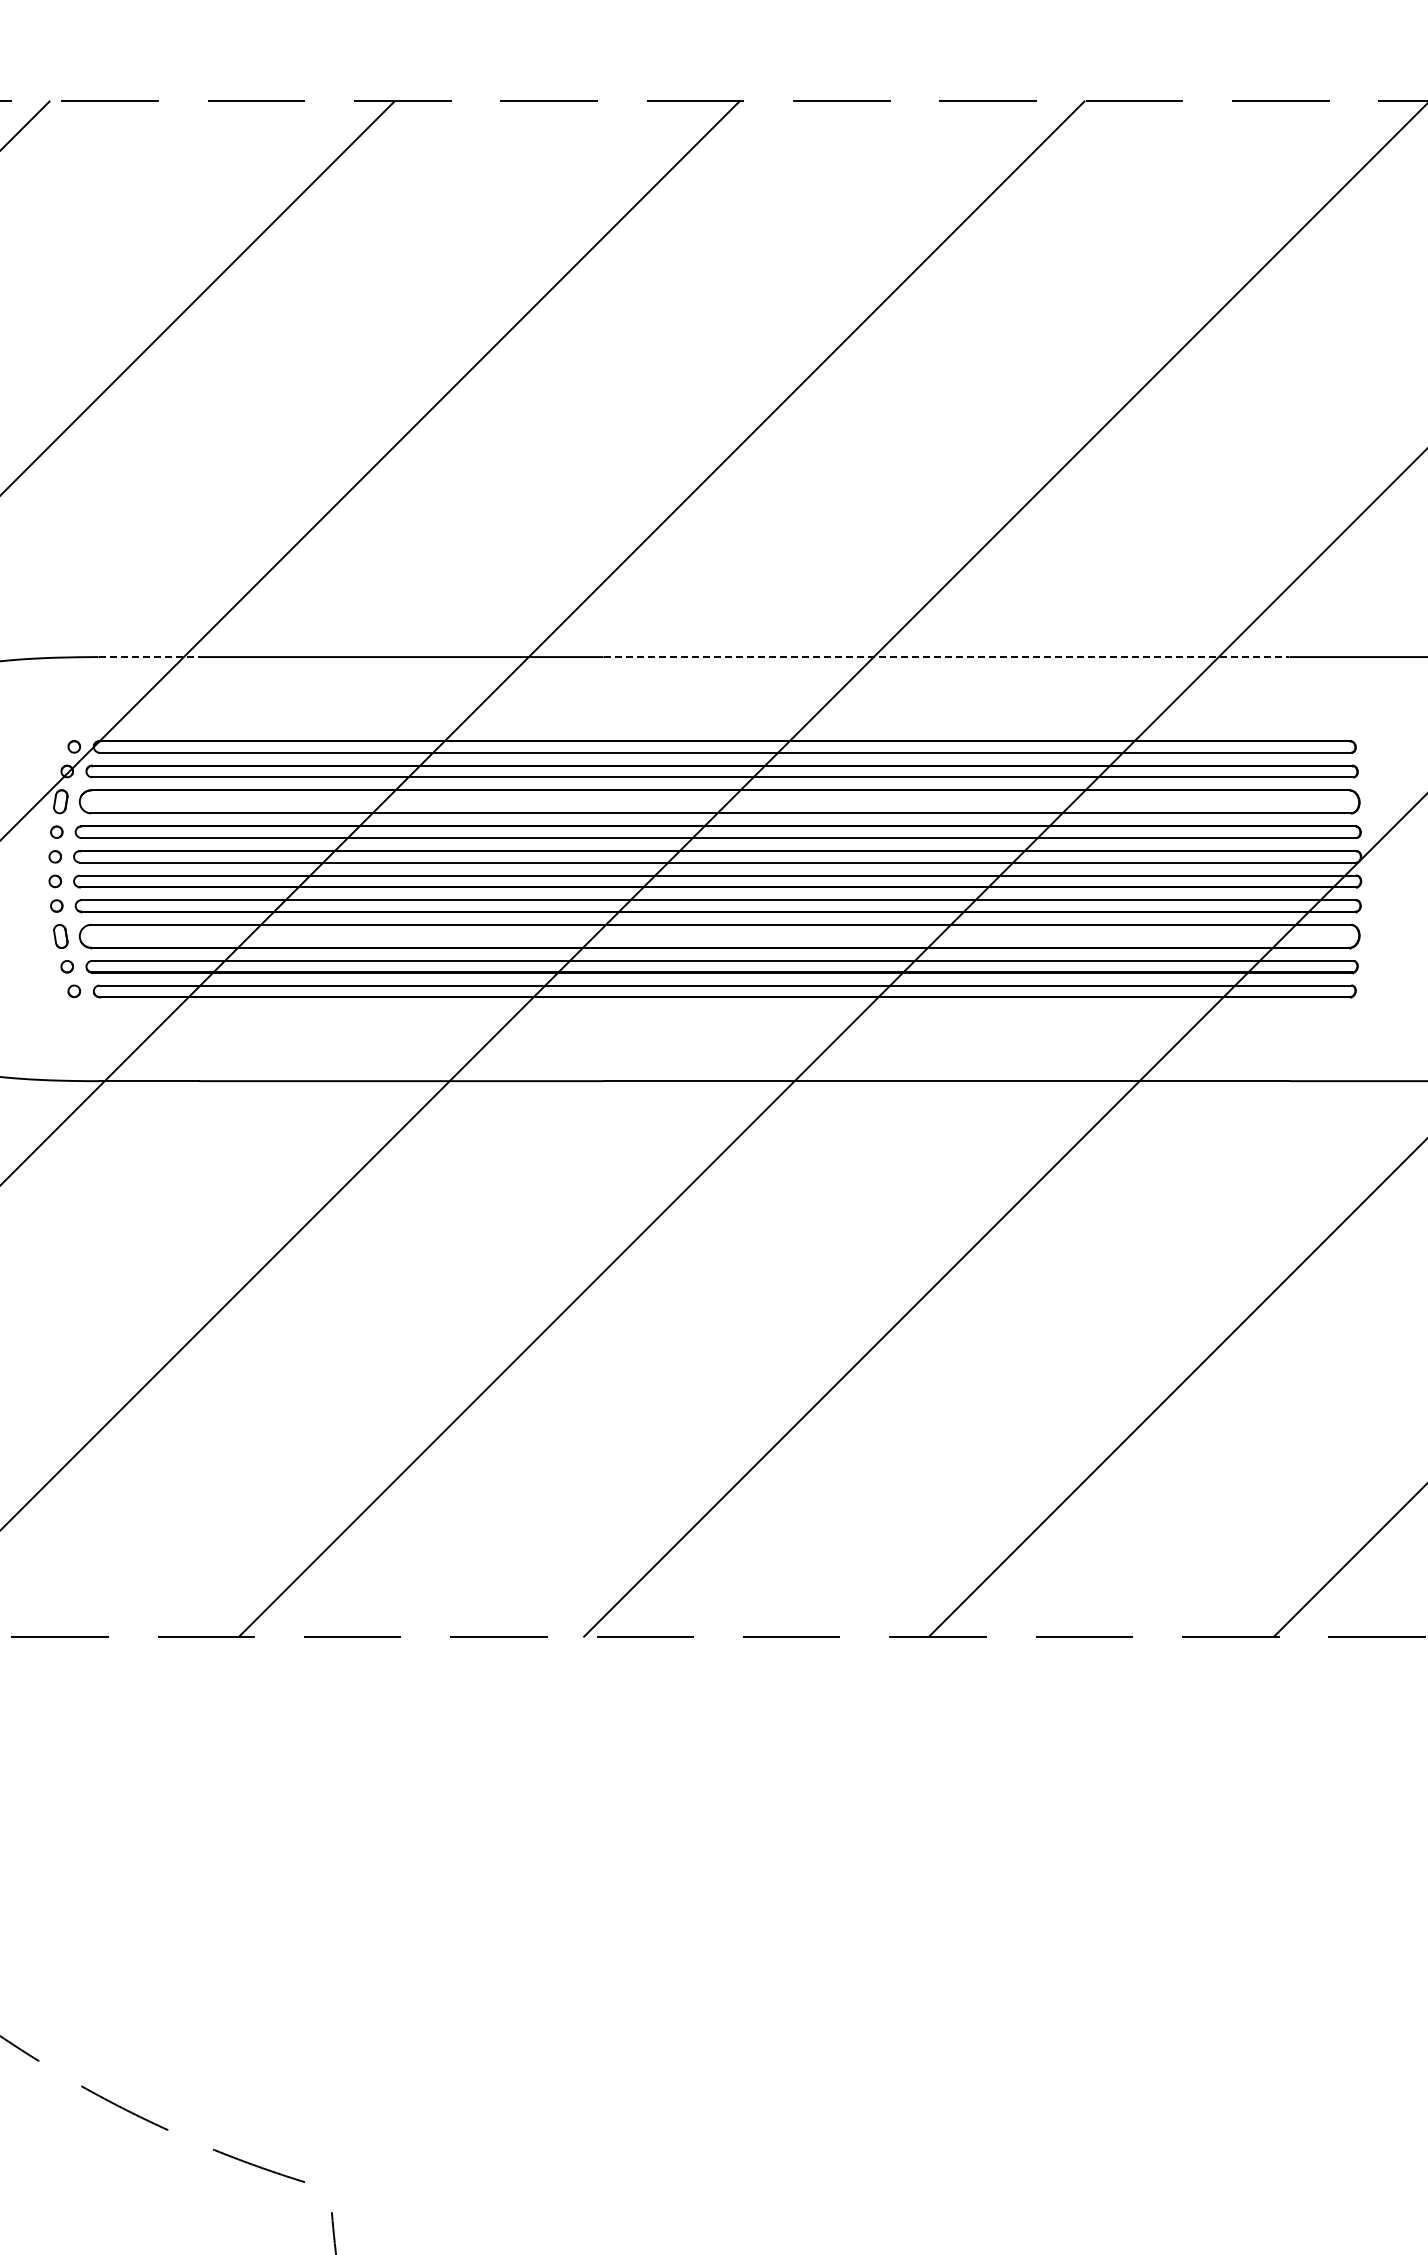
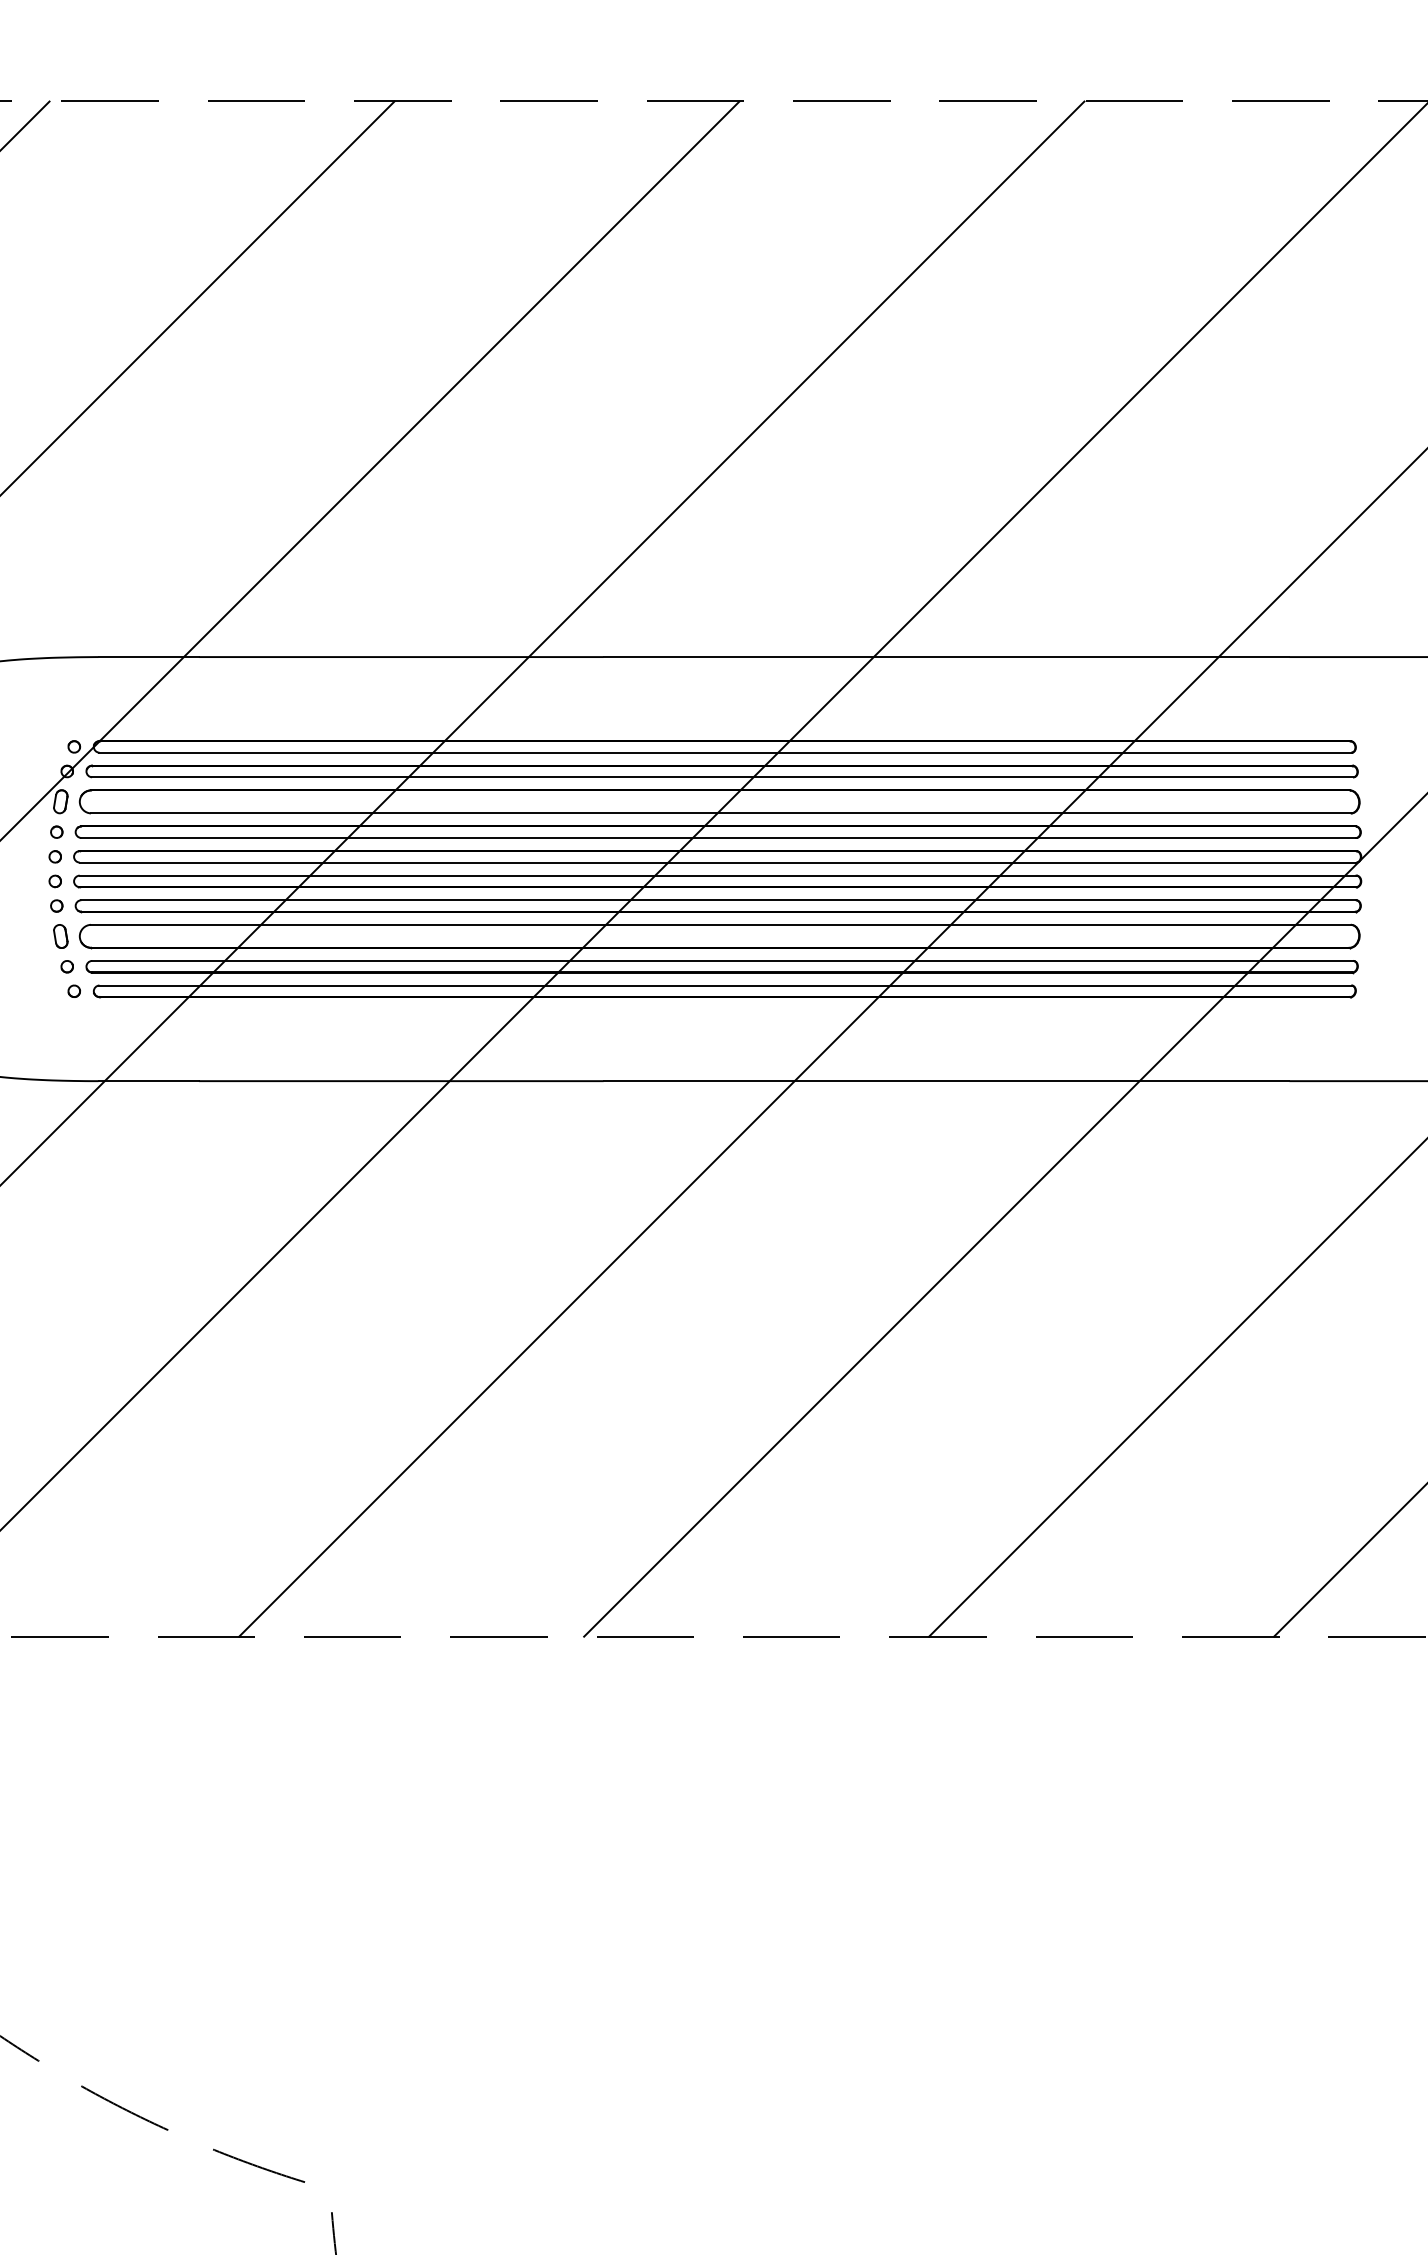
line at (149, 657): dashed -> solid
line at (946, 657): dashed -> solid
